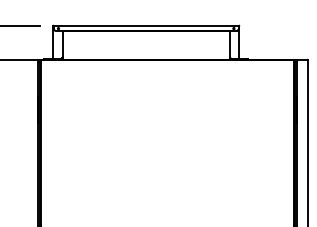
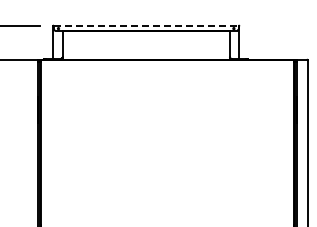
line at (146, 25): solid -> dashed
